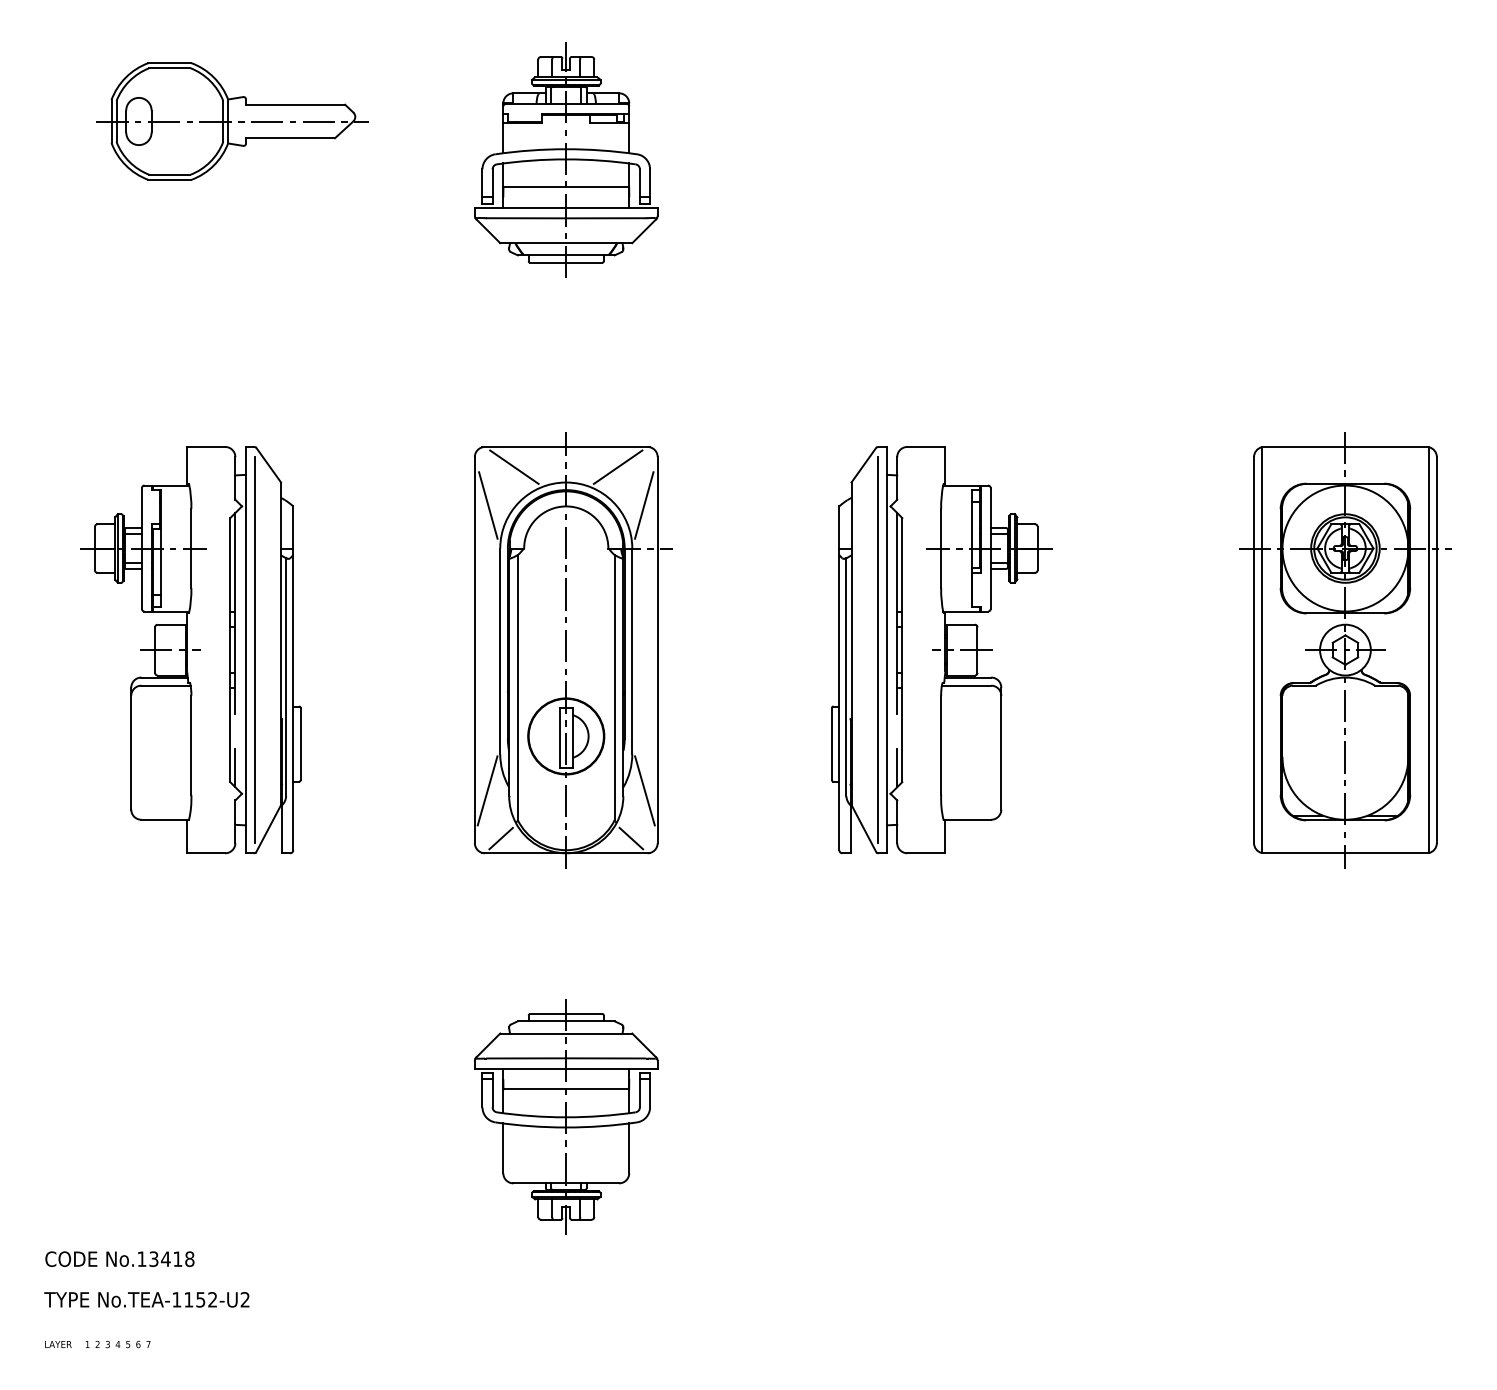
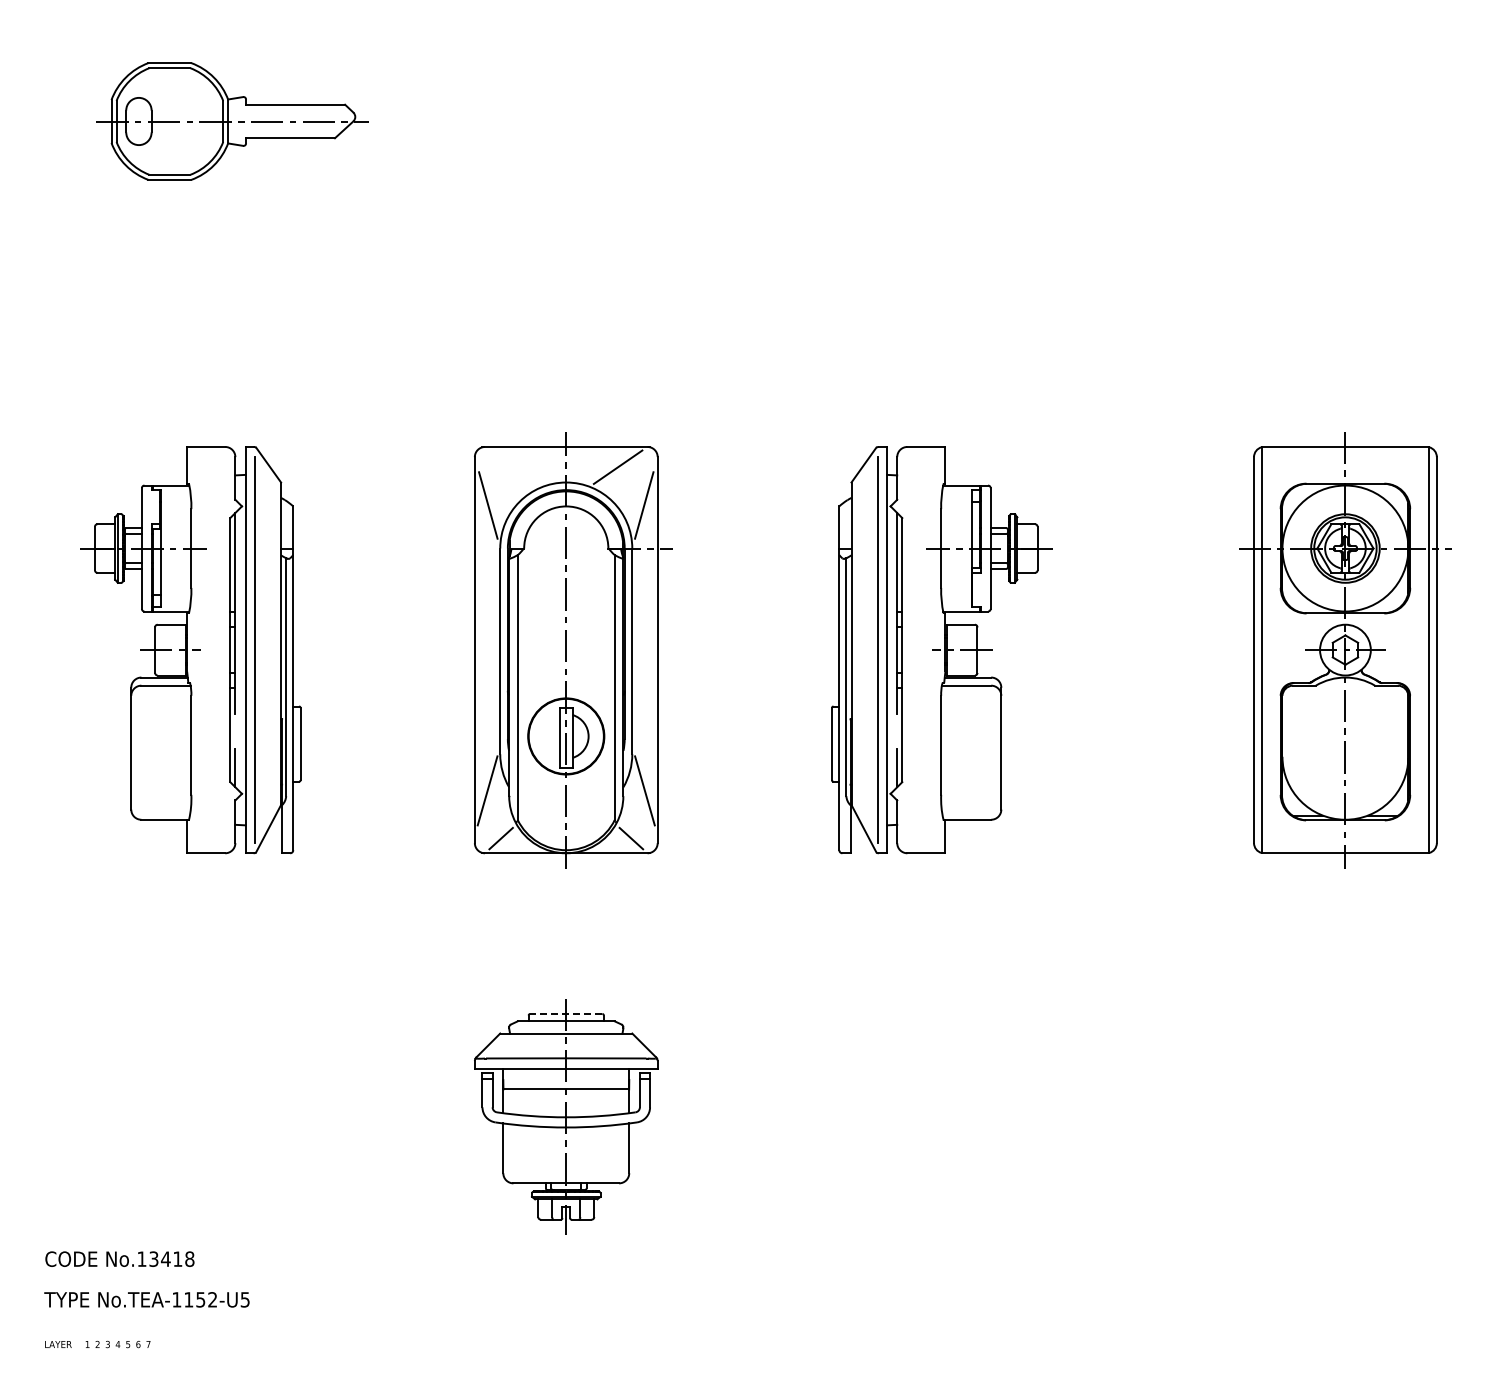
part at (566, 159): present -> none
line at (514, 466): present -> none
line at (565, 1013): solid -> dashed
text at (244, 1299): No.TEA-1152-U2 -> No.TEA-1152-U5
